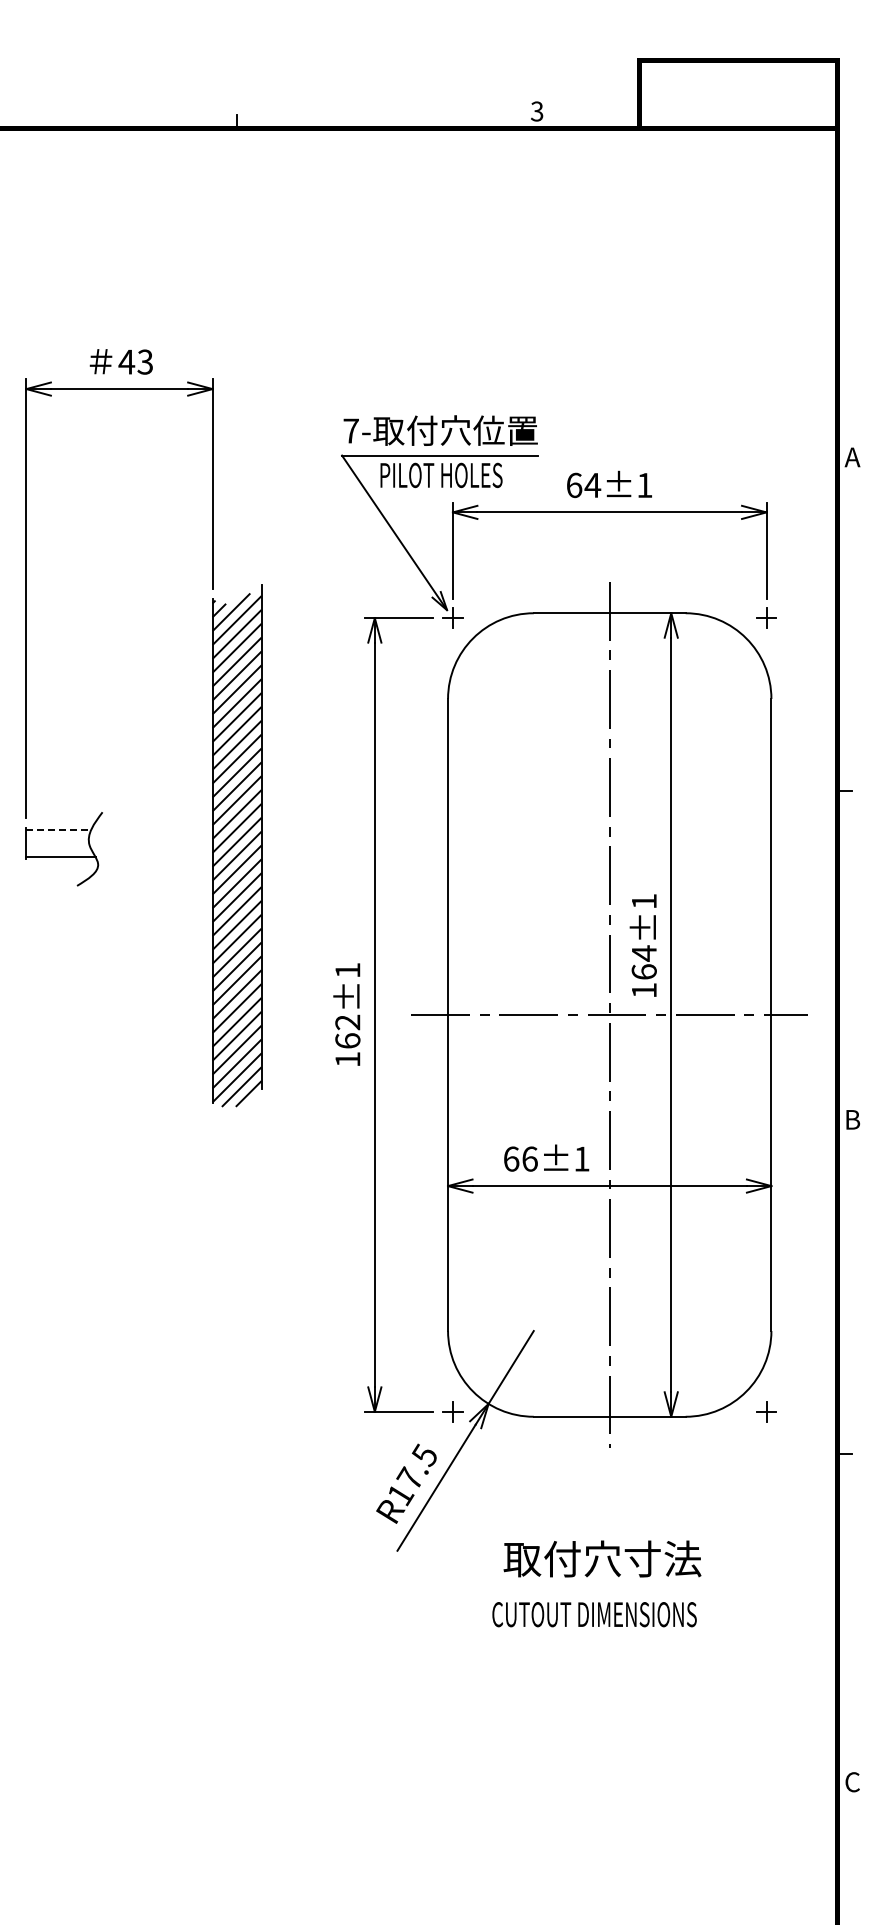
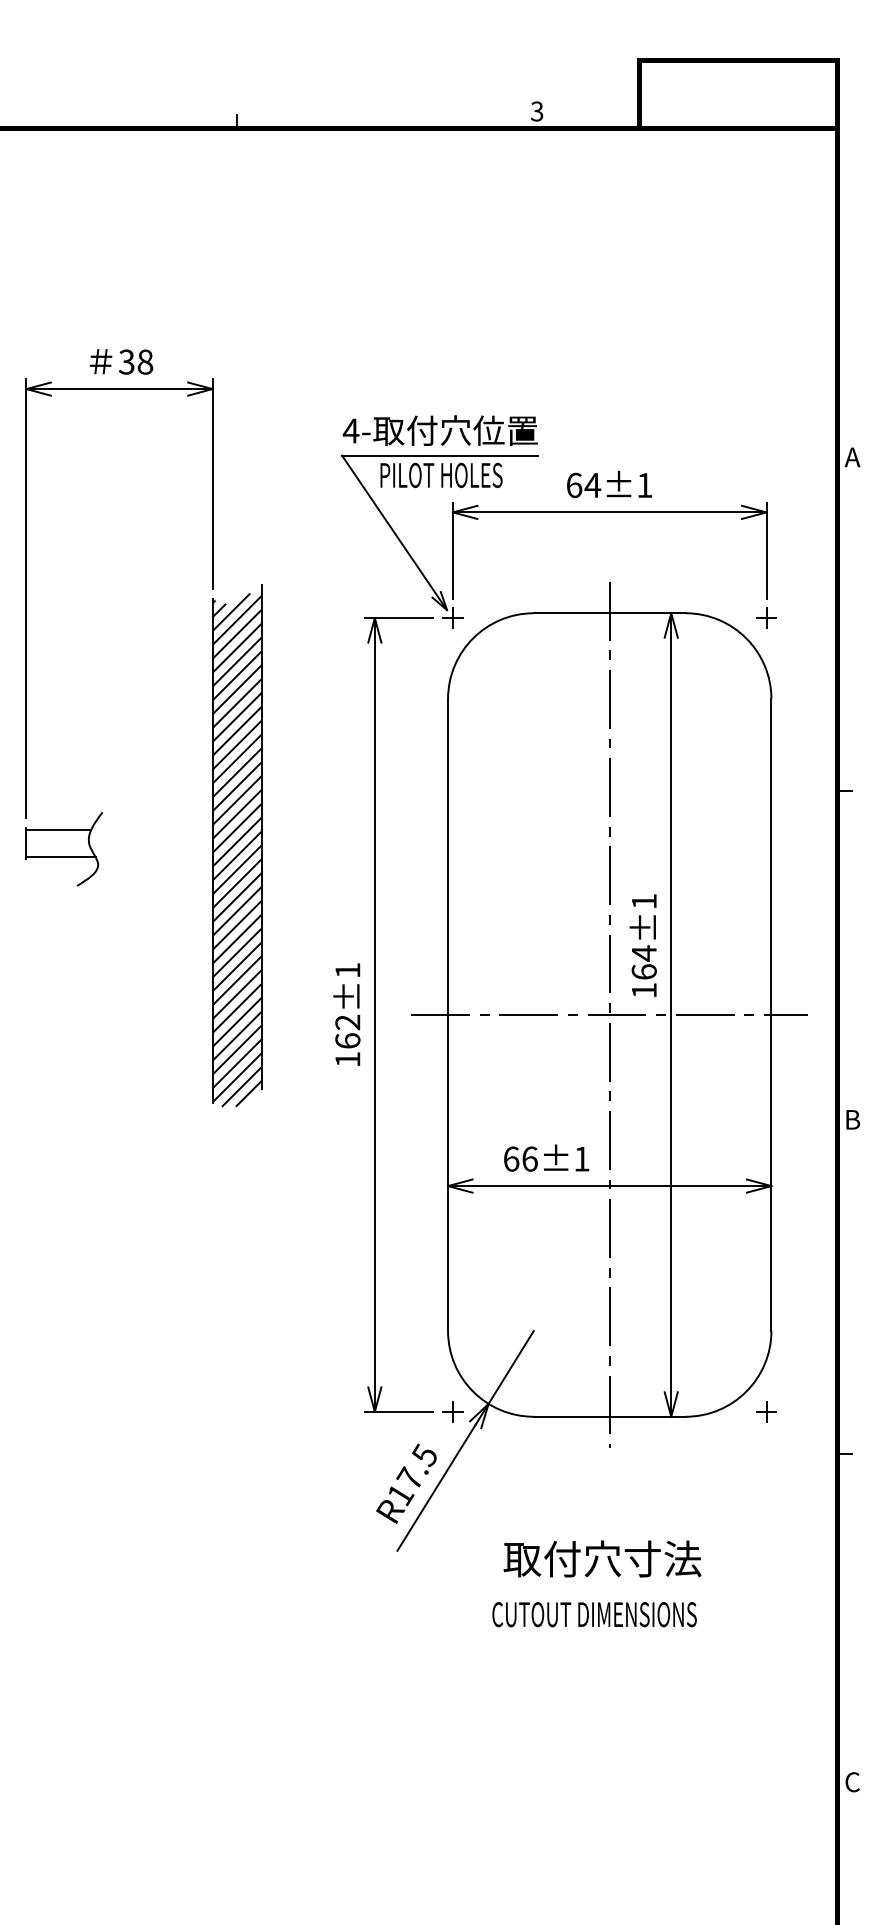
text at (135, 361): 43 -> 38
text at (350, 430): 7- -> 4-
line at (59, 830): dashed -> solid
